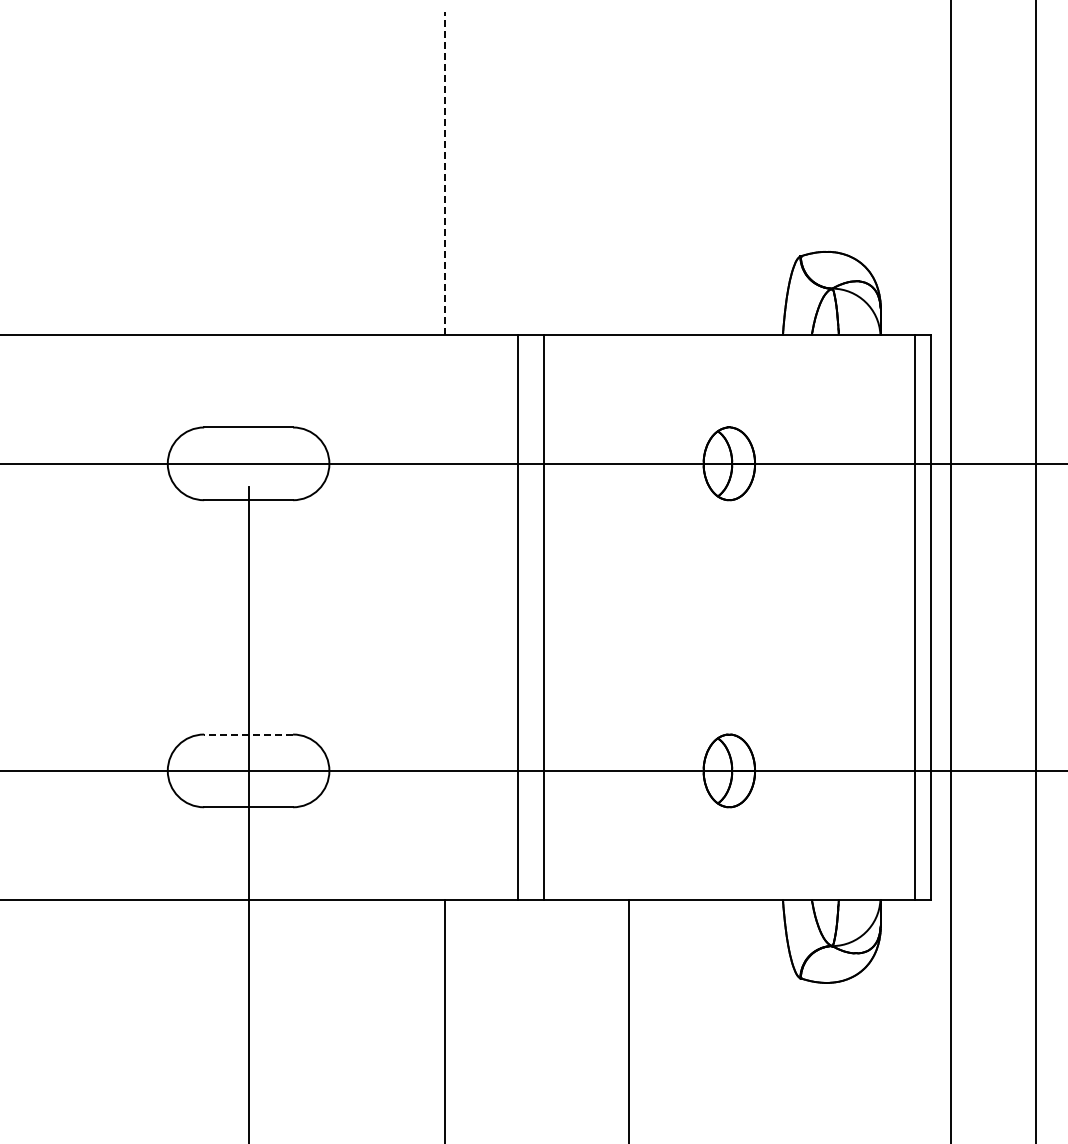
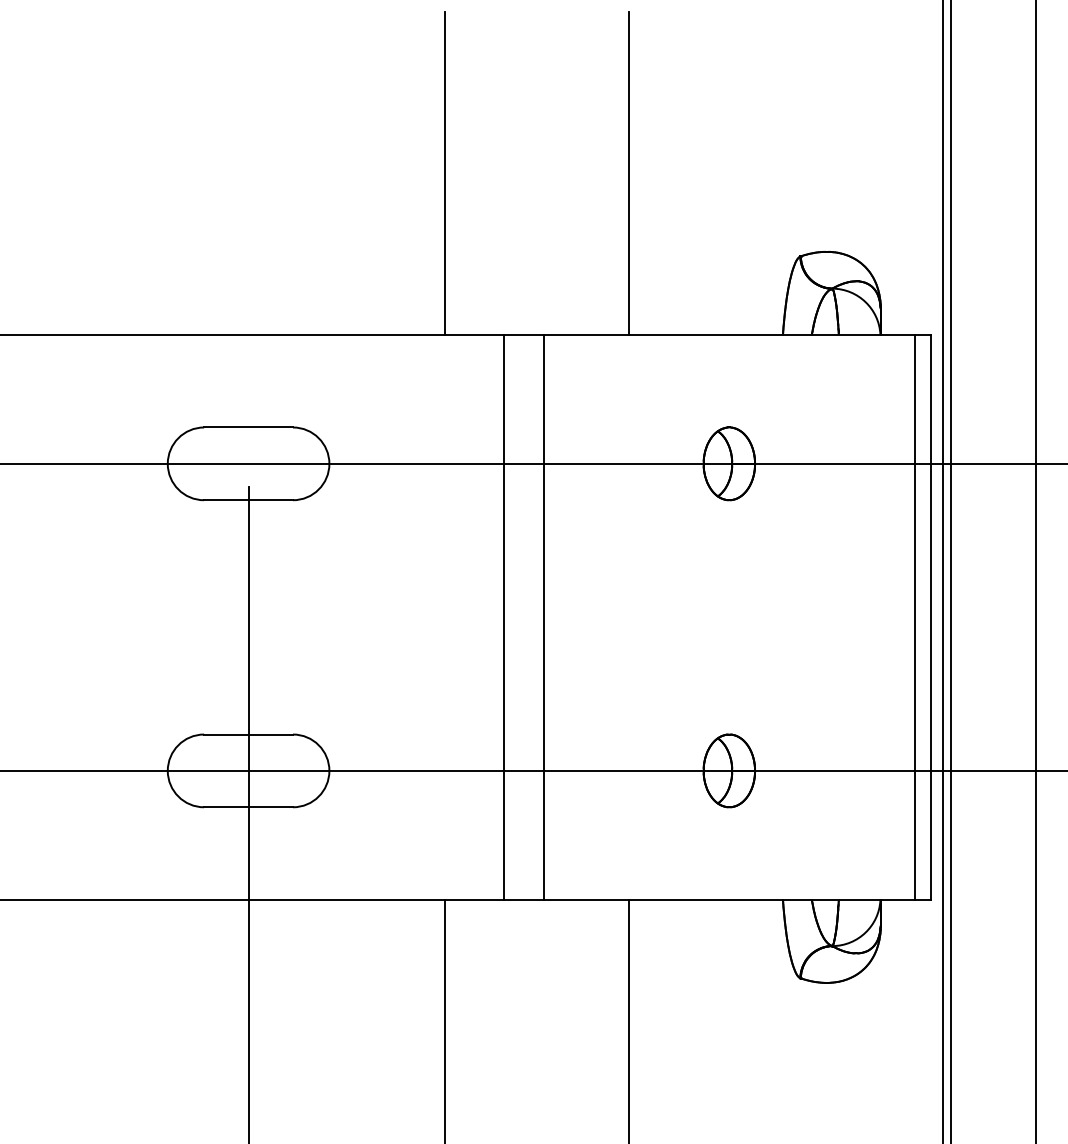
line at (445, 172): dashed -> solid
line at (629, 172): none -> present
line at (942, 571): none -> present
line at (517, 617) position: (517, 617) -> (503, 617)
line at (248, 734): dashed -> solid
